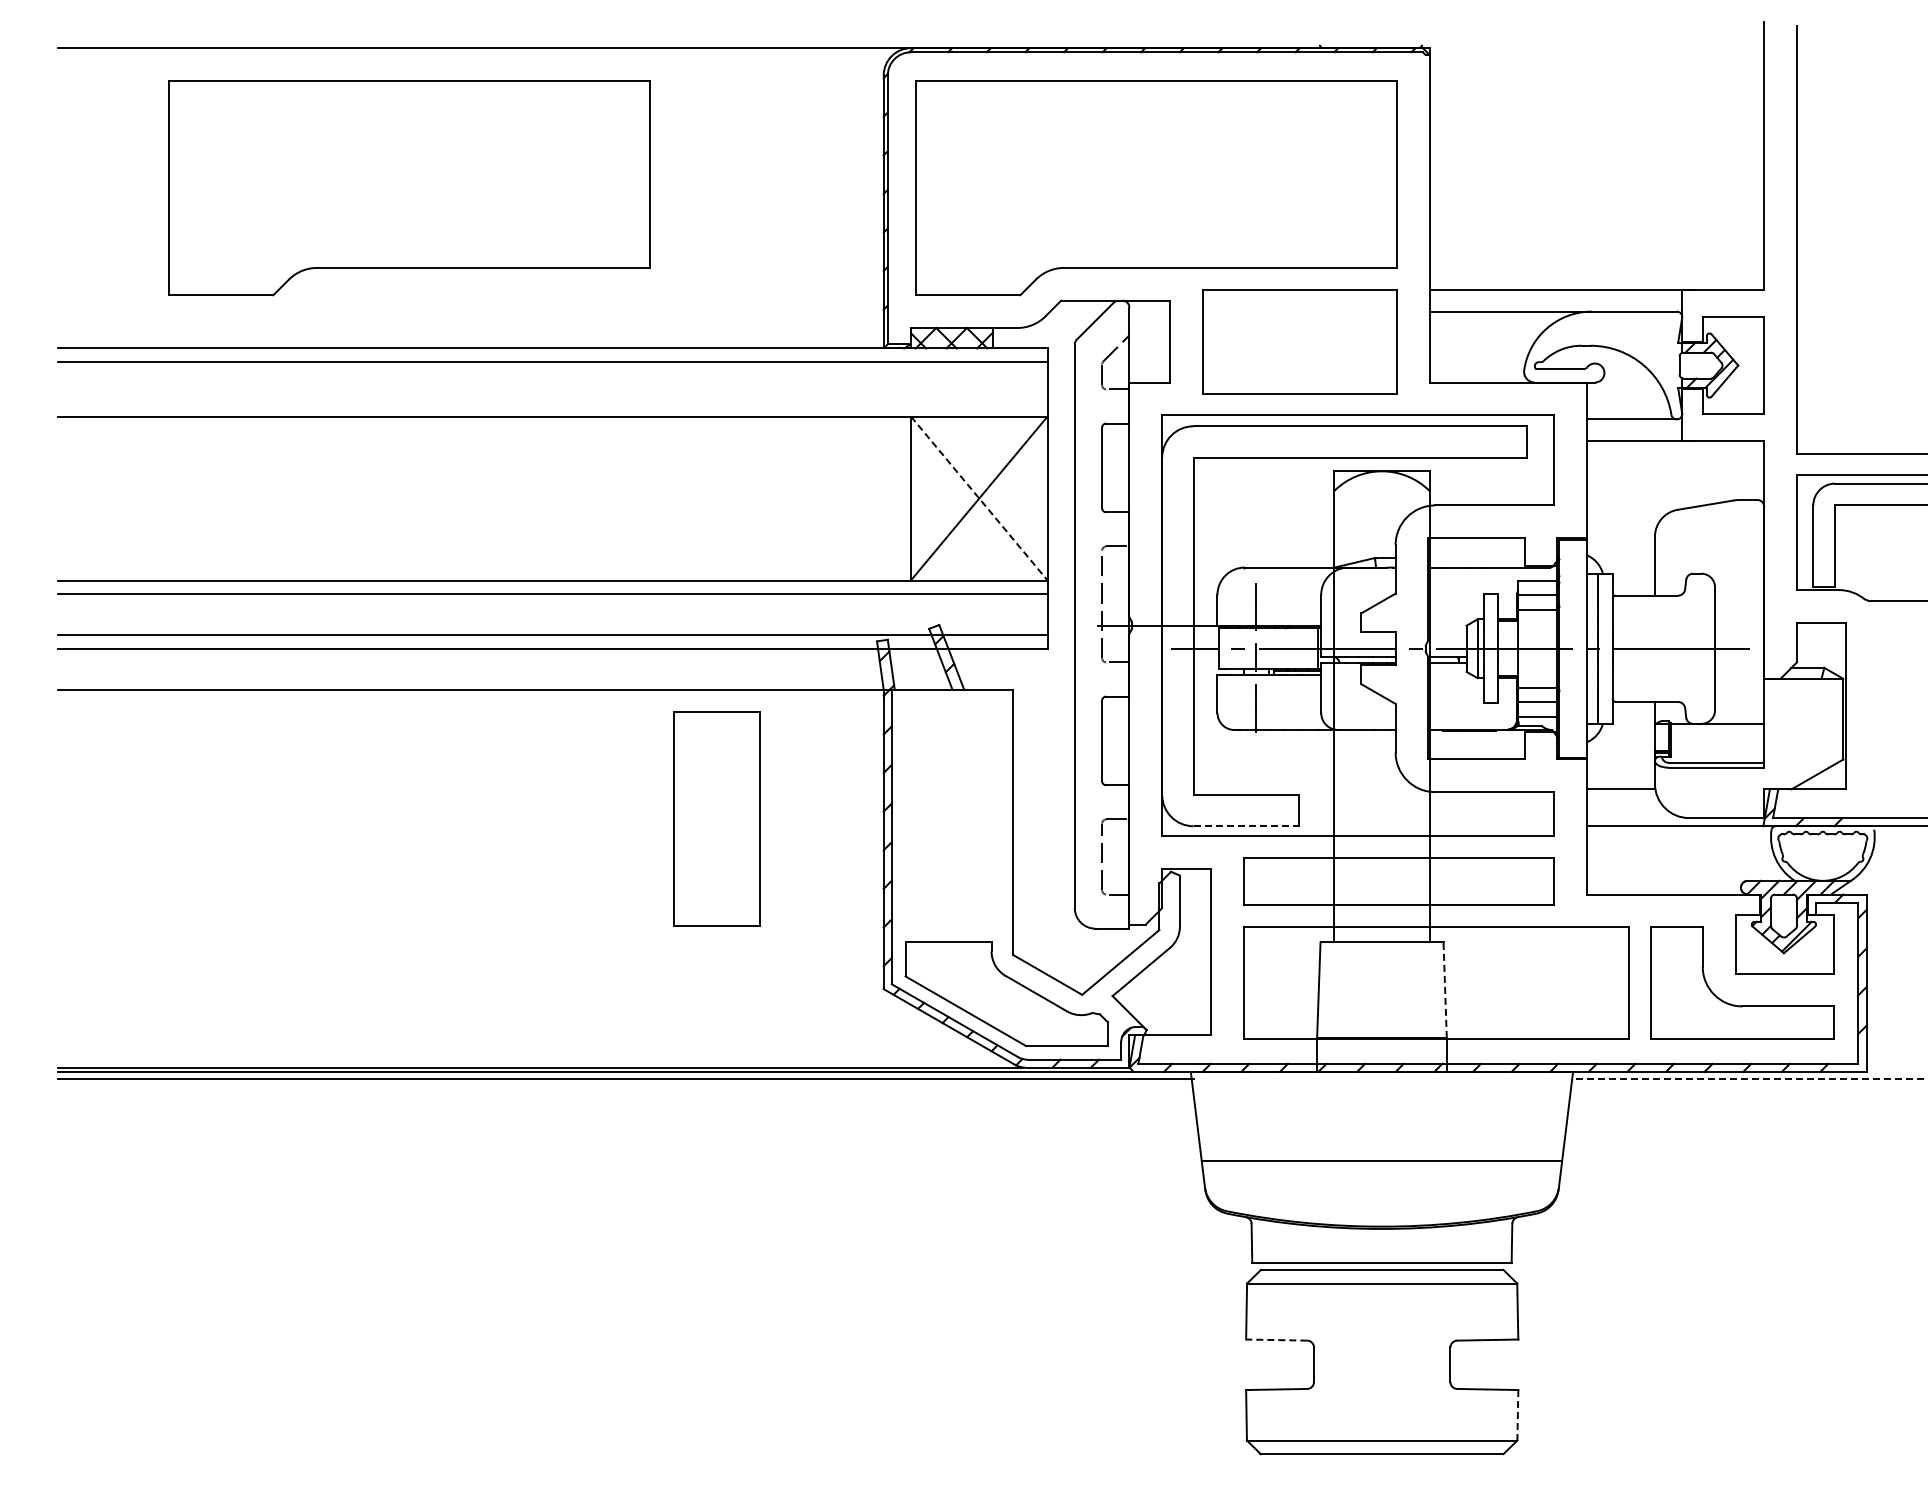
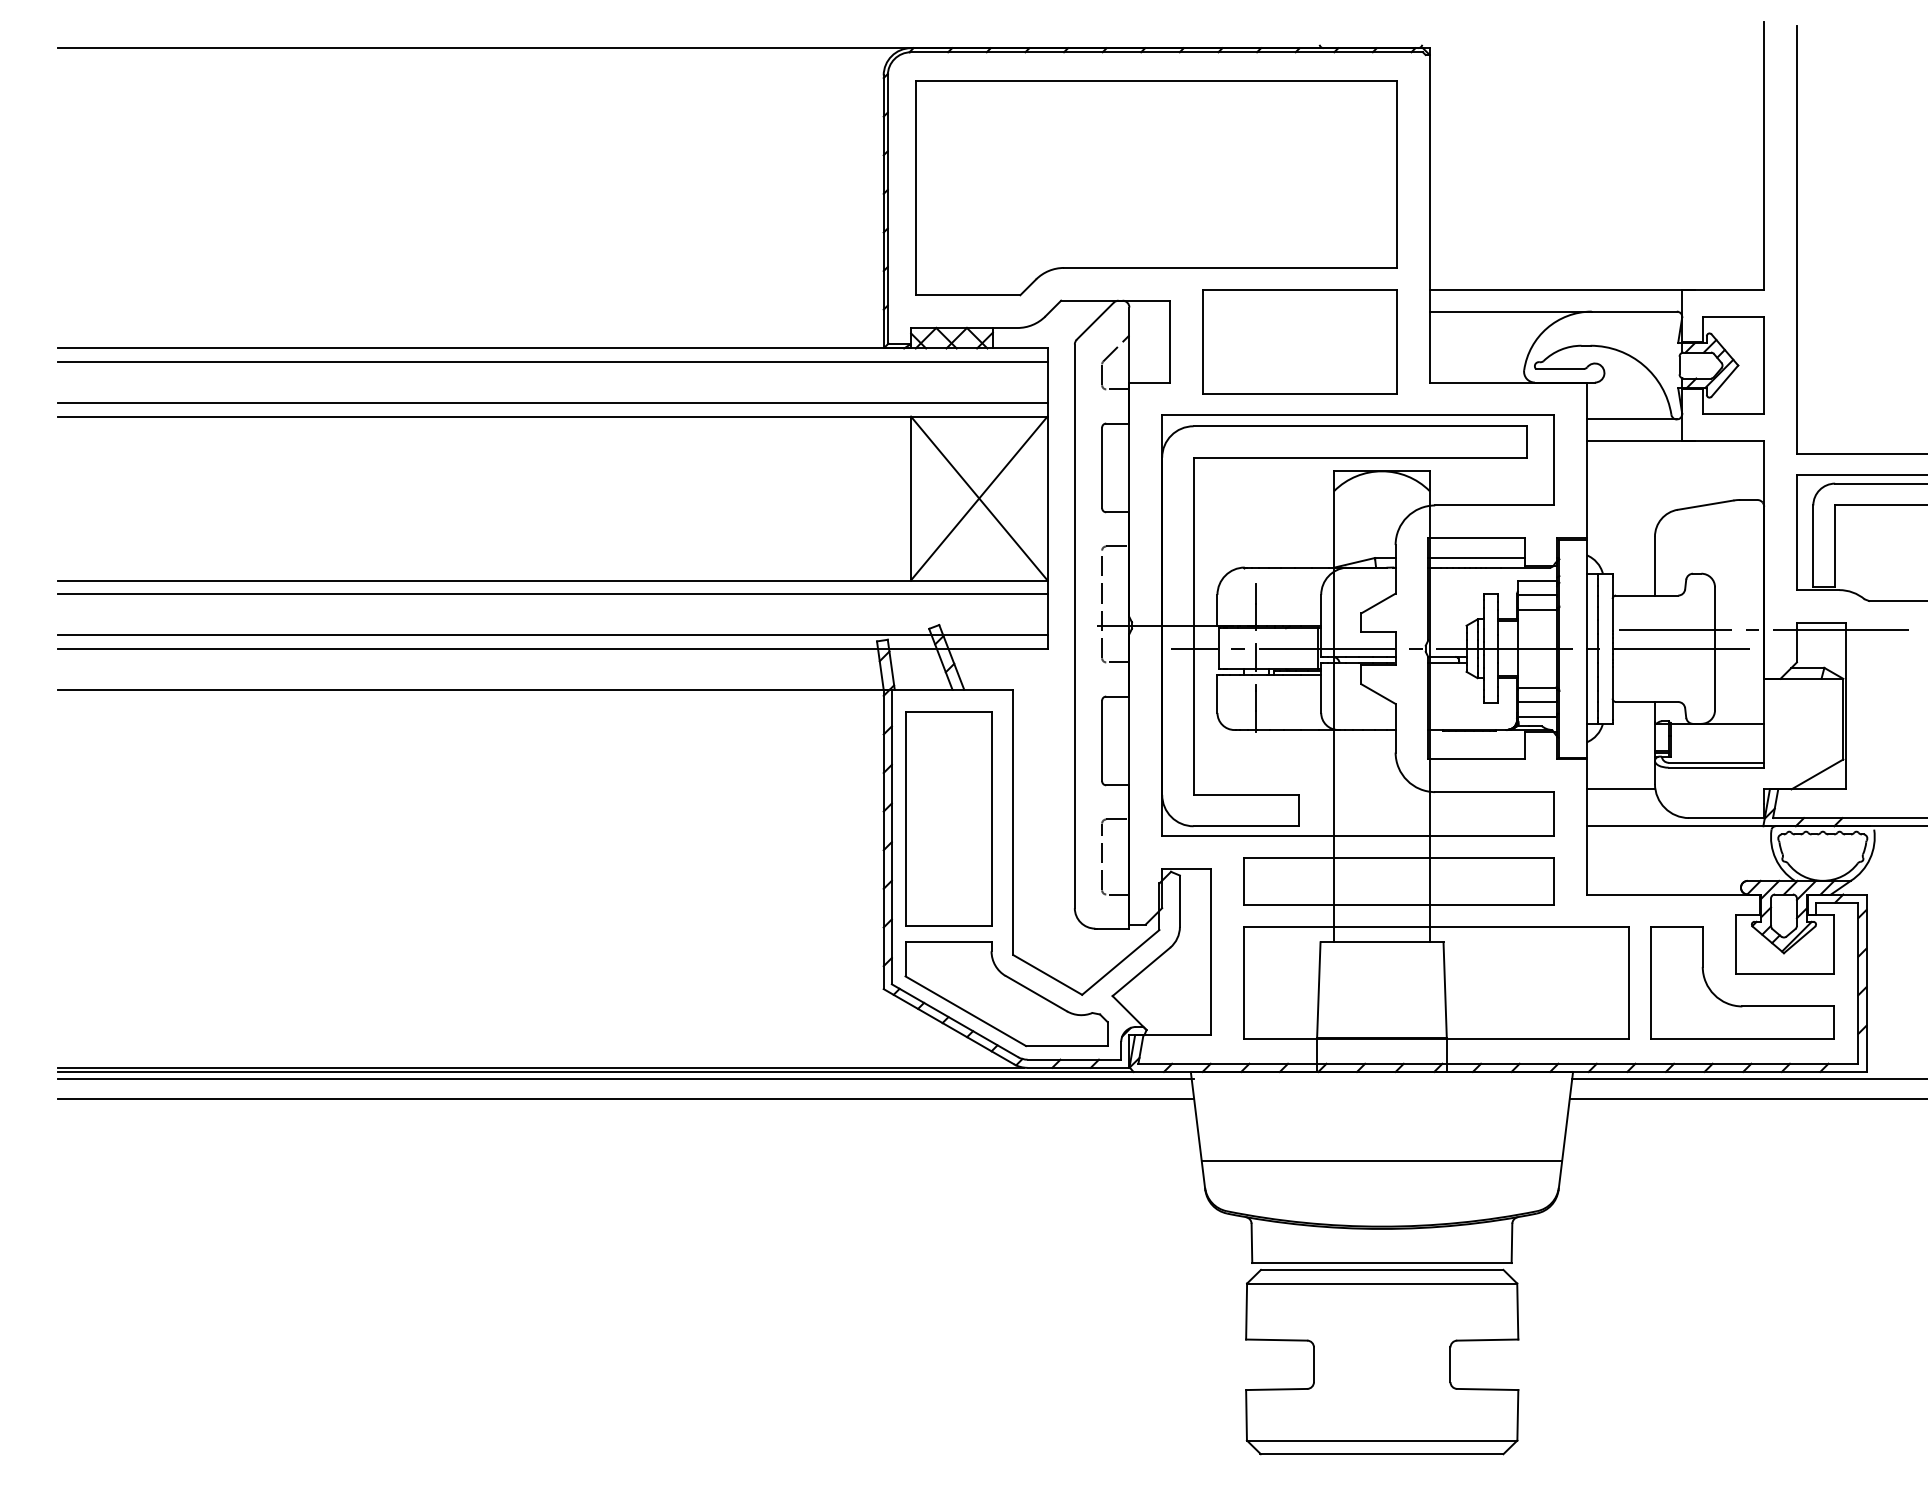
part at (409, 188): present -> none
line at (552, 403): none -> present
line at (979, 498): dashed -> solid
line at (1476, 558): none -> present
line at (1763, 629): none -> present
part at (716, 818) position: (716, 818) -> (948, 818)
line at (1246, 826): dashed -> solid
line at (1445, 990): dashed -> solid
line at (1750, 1078): dashed -> solid
line at (625, 1099): none -> present
line at (1746, 1099): none -> present
line at (1276, 1340): dashed -> solid
line at (1517, 1415): dashed -> solid
